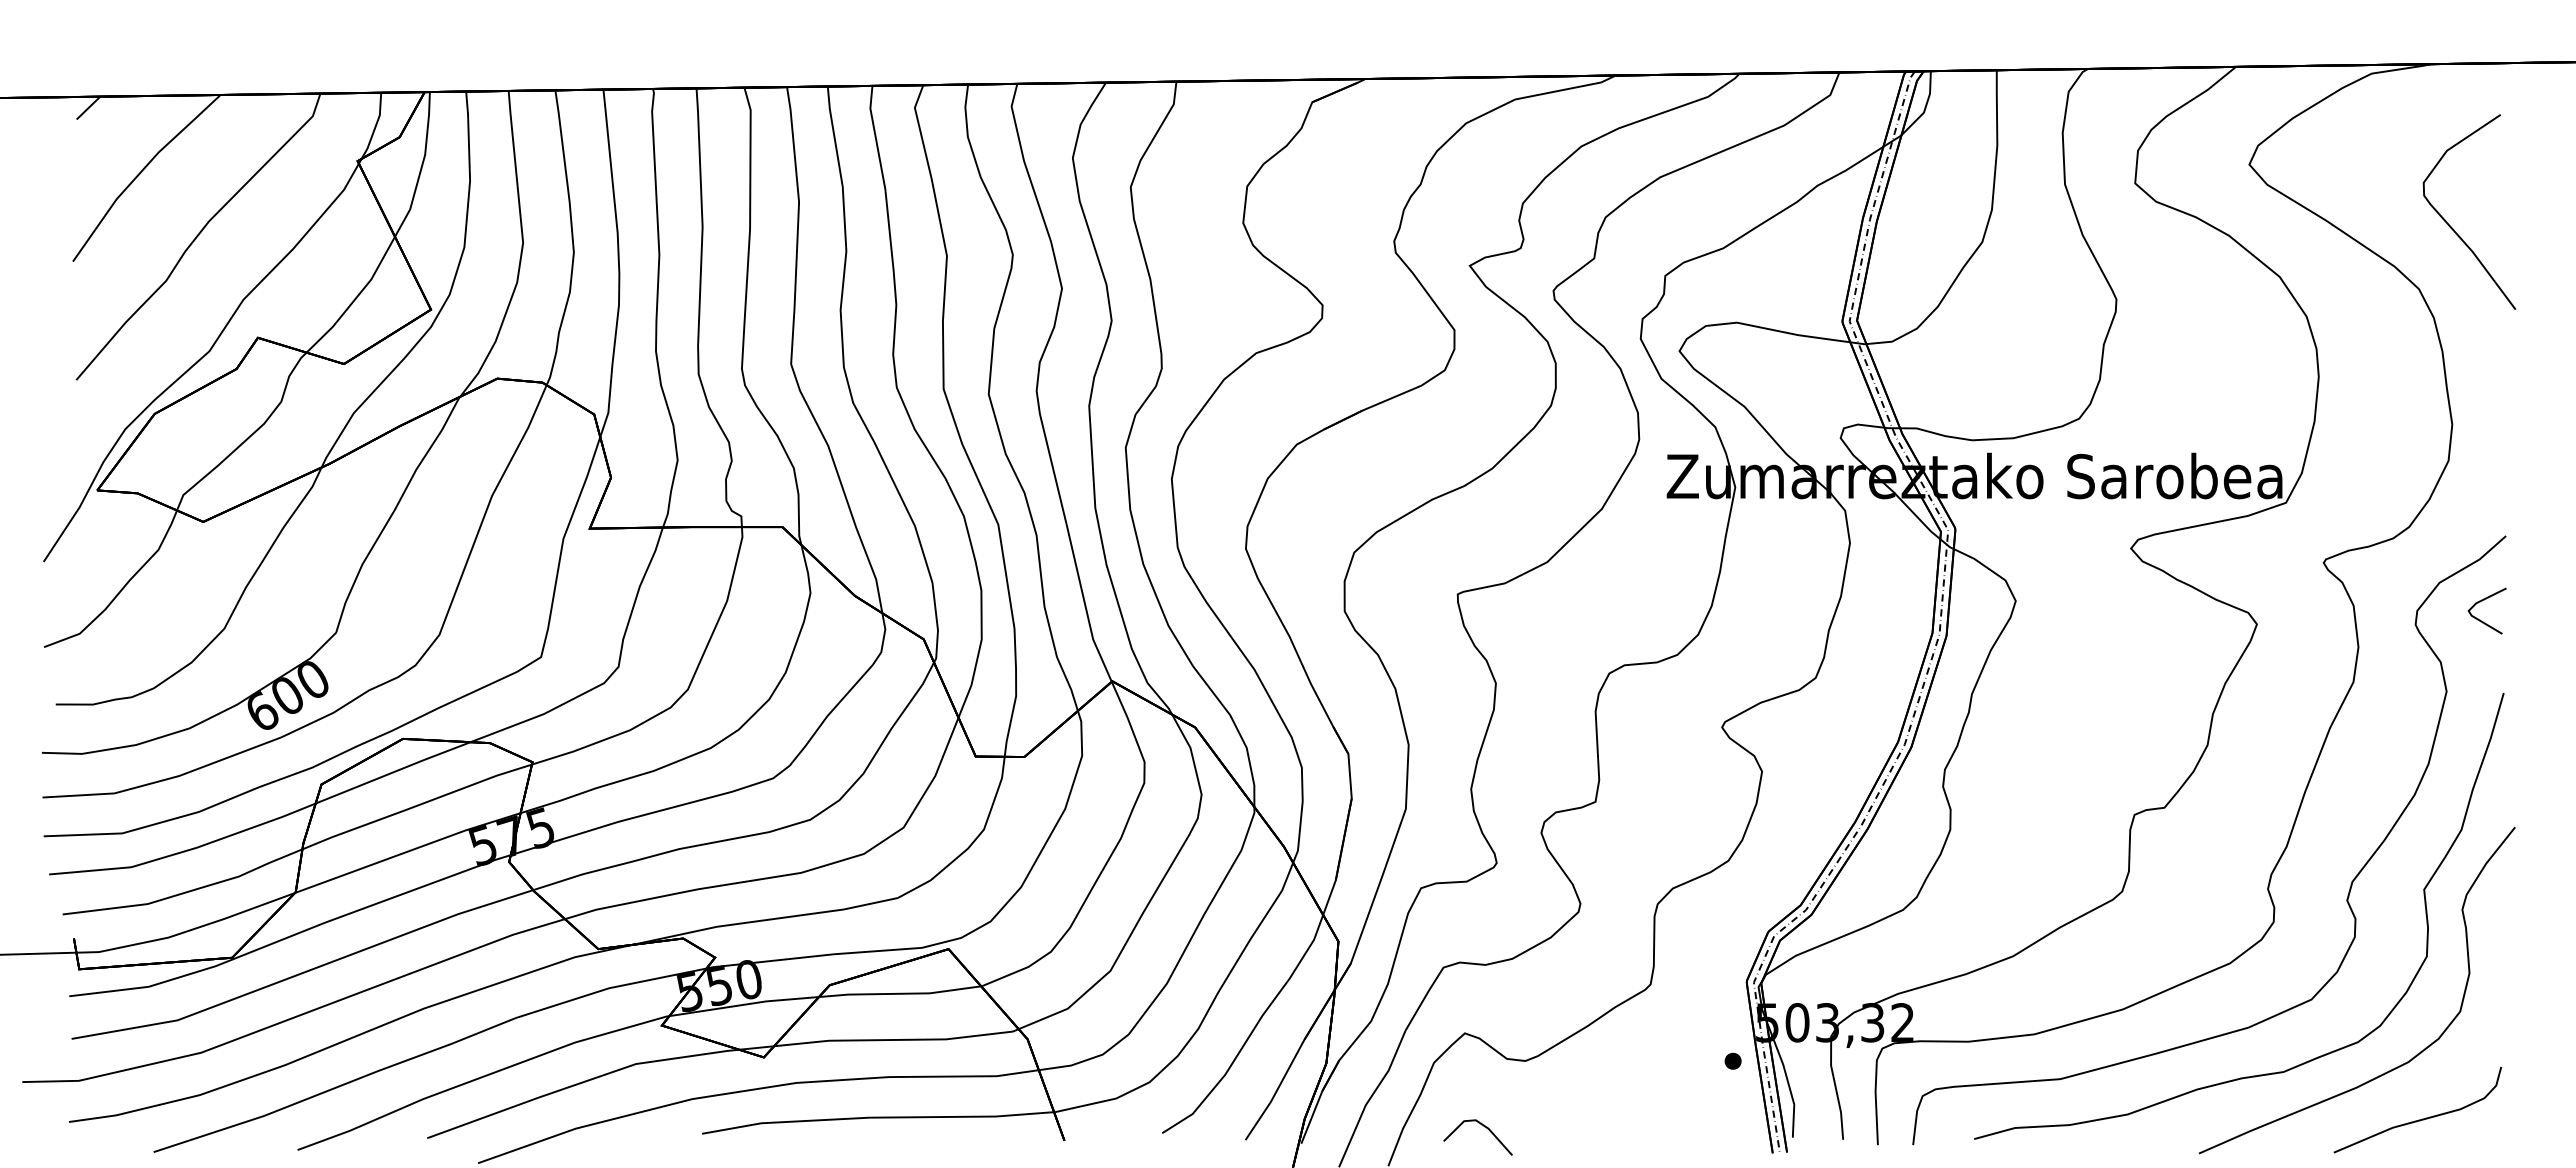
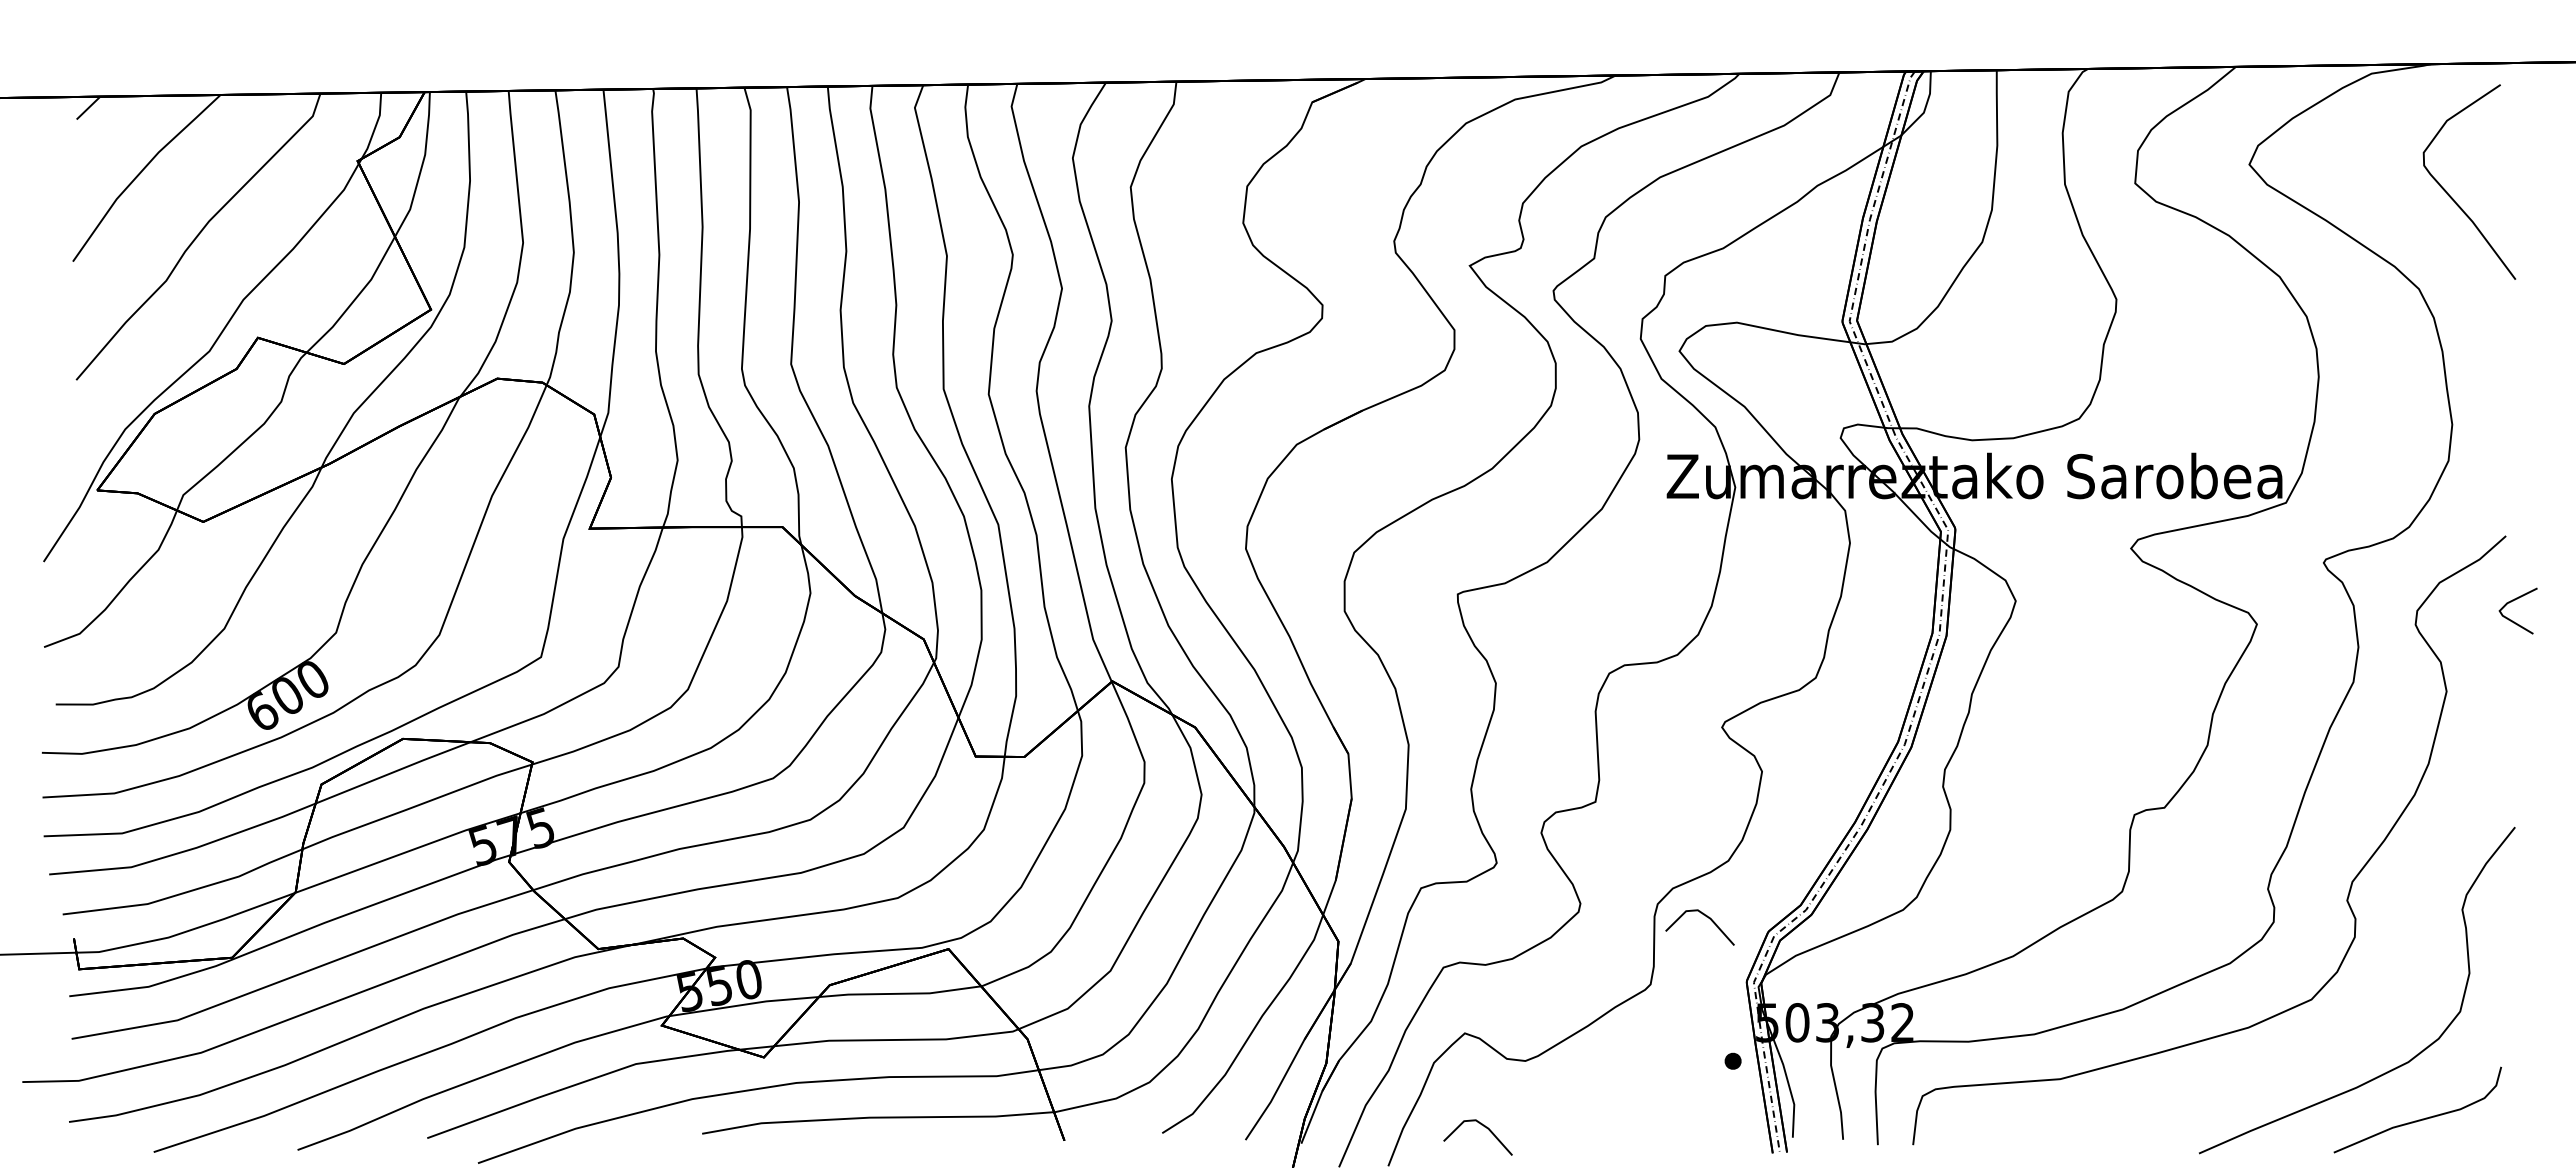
curve at (2452, 227) position: (2452, 227) -> (2452, 197)
line at (2482, 601) position: (2482, 601) -> (2513, 601)
line at (1706, 917): none -> present
curve at (2265, 1073): present -> none
